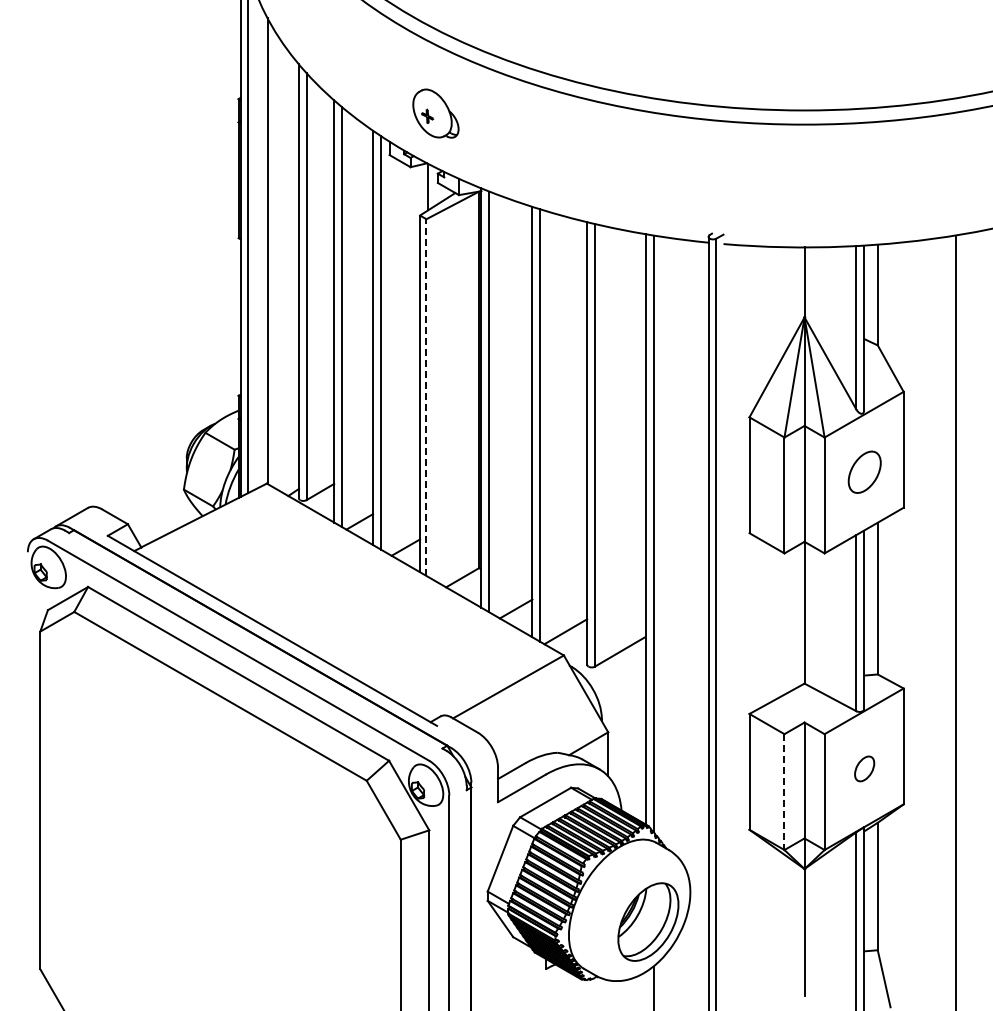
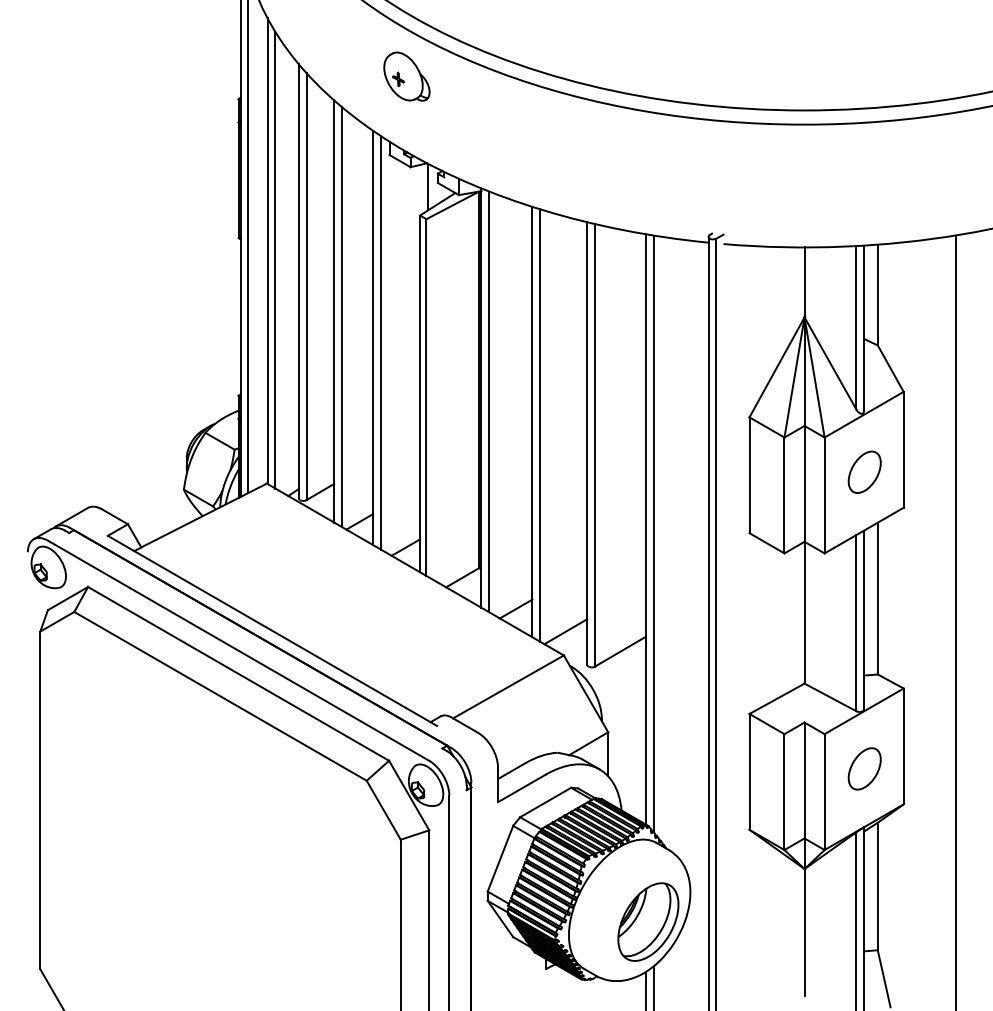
part at (435, 113) position: (435, 113) -> (406, 76)
line at (275, 259): none -> present
line at (426, 397): dashed -> solid
part at (864, 768) size: 22x28 px -> 35x44 px
line at (784, 792): dashed -> solid
line at (645, 989): none -> present
